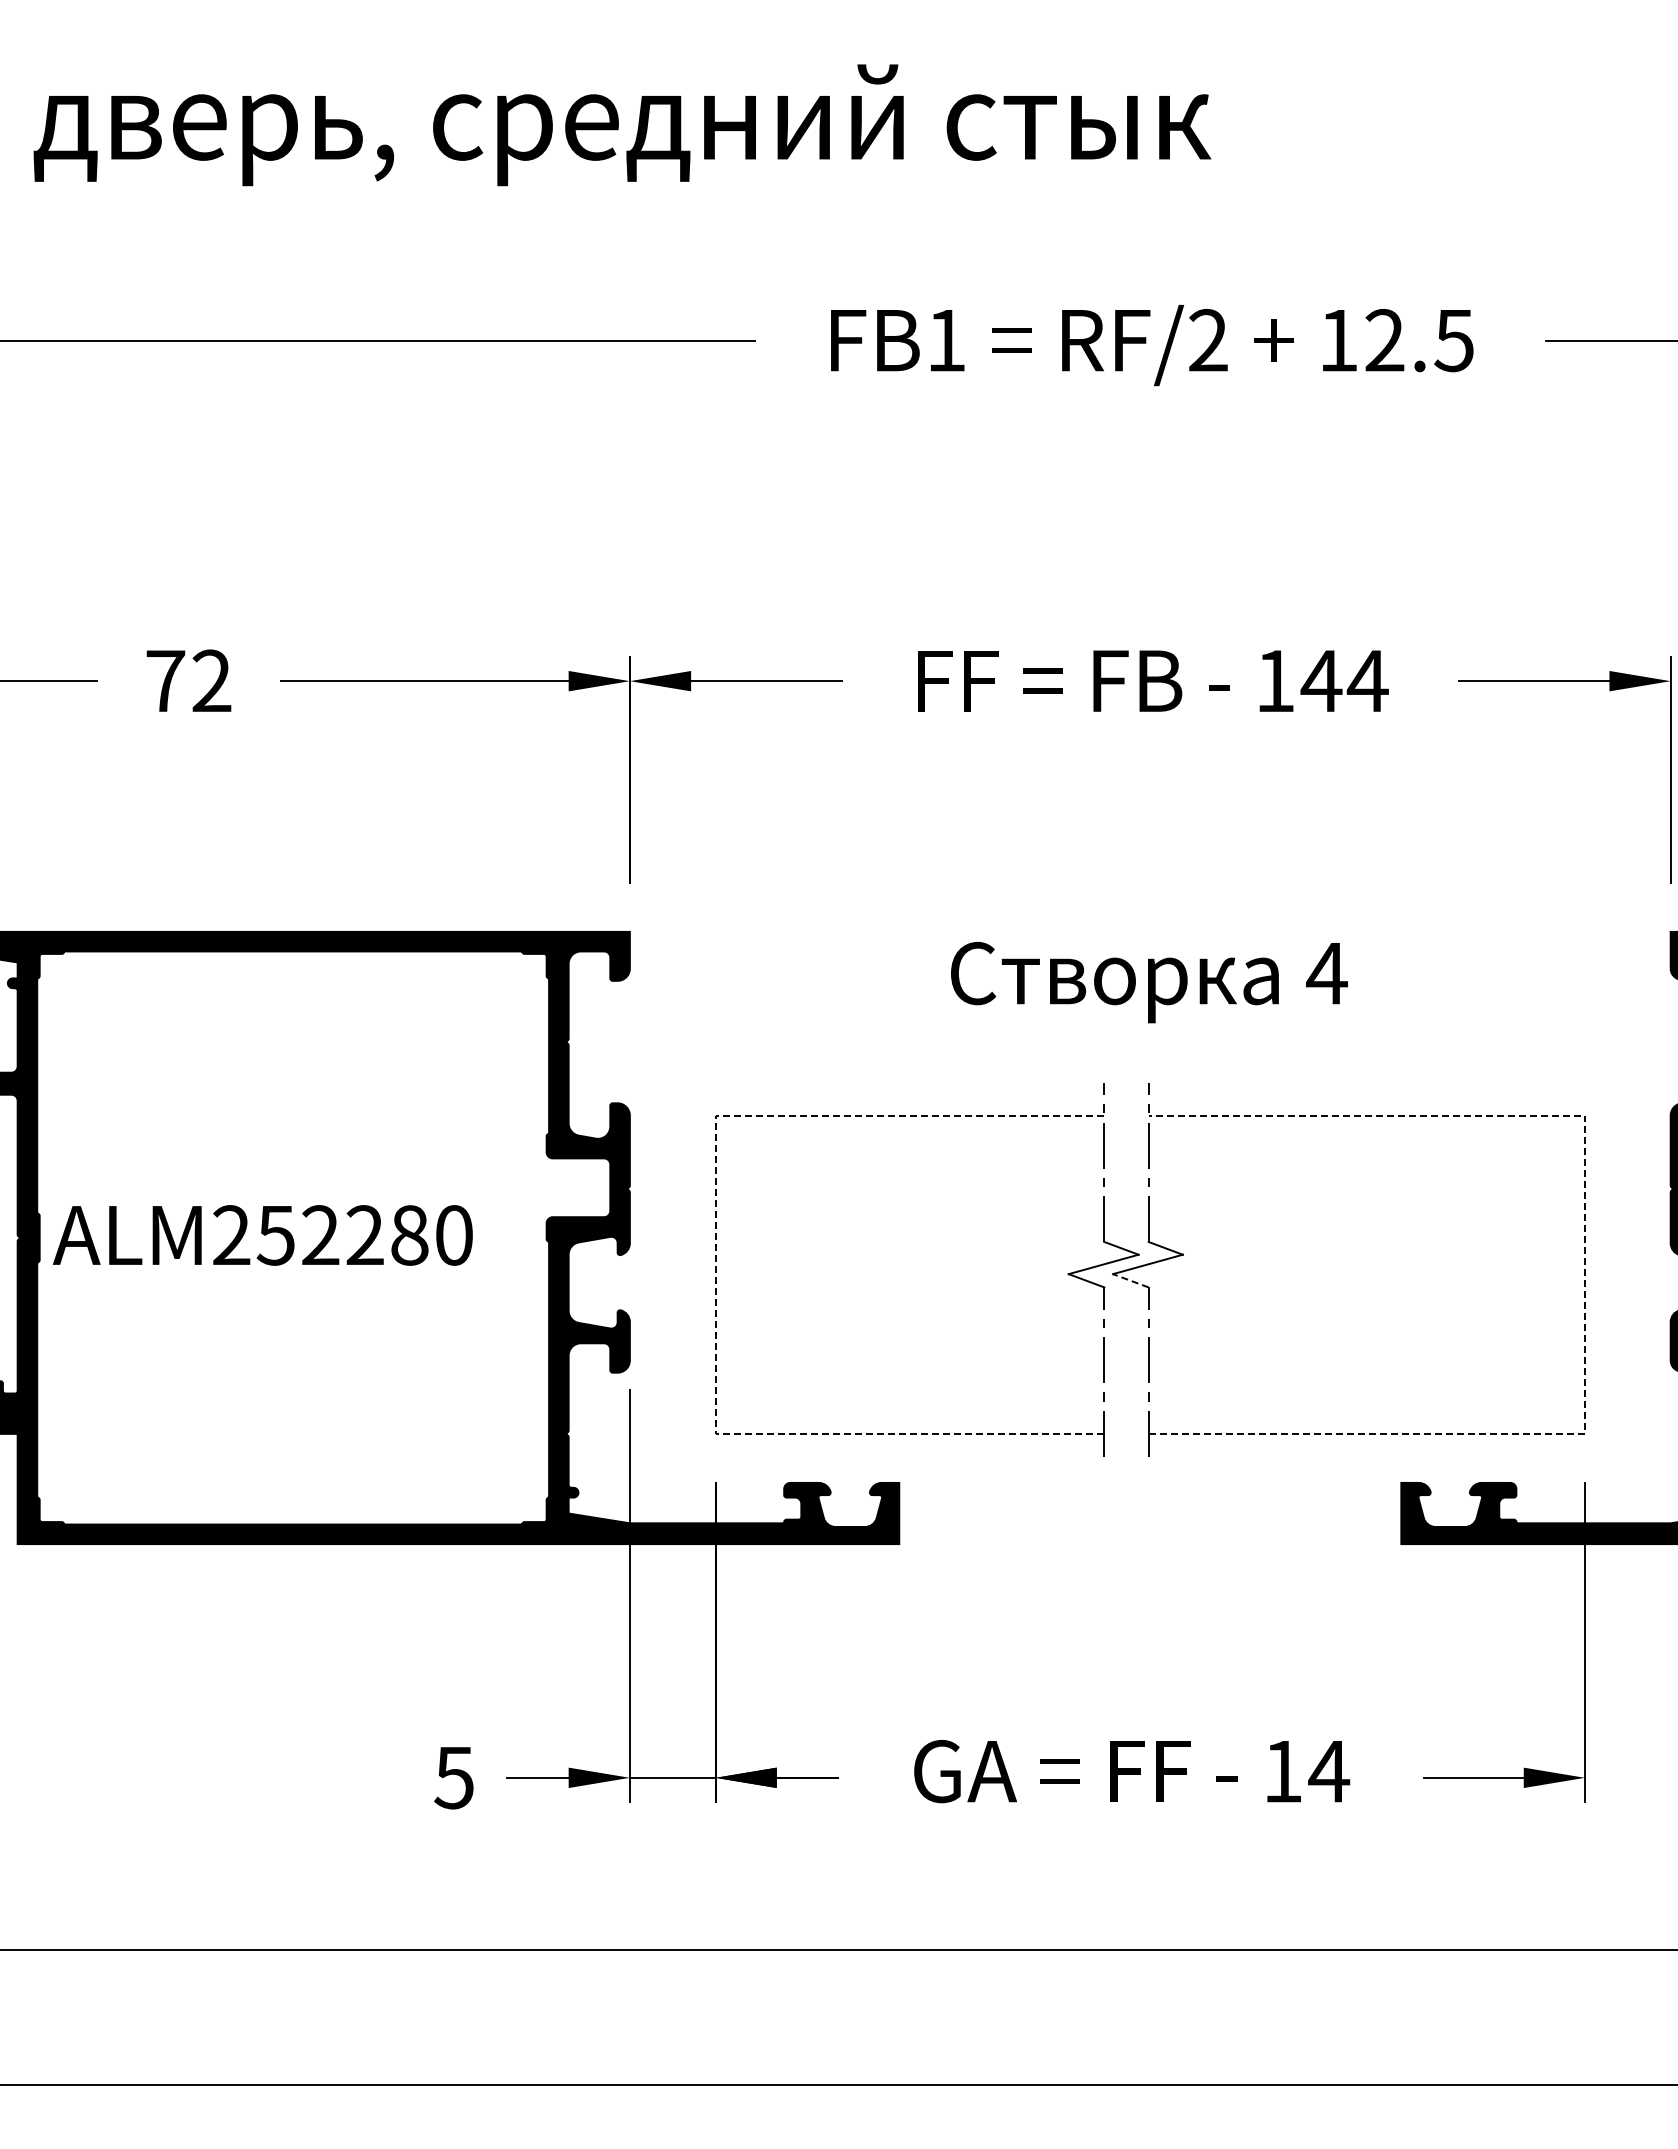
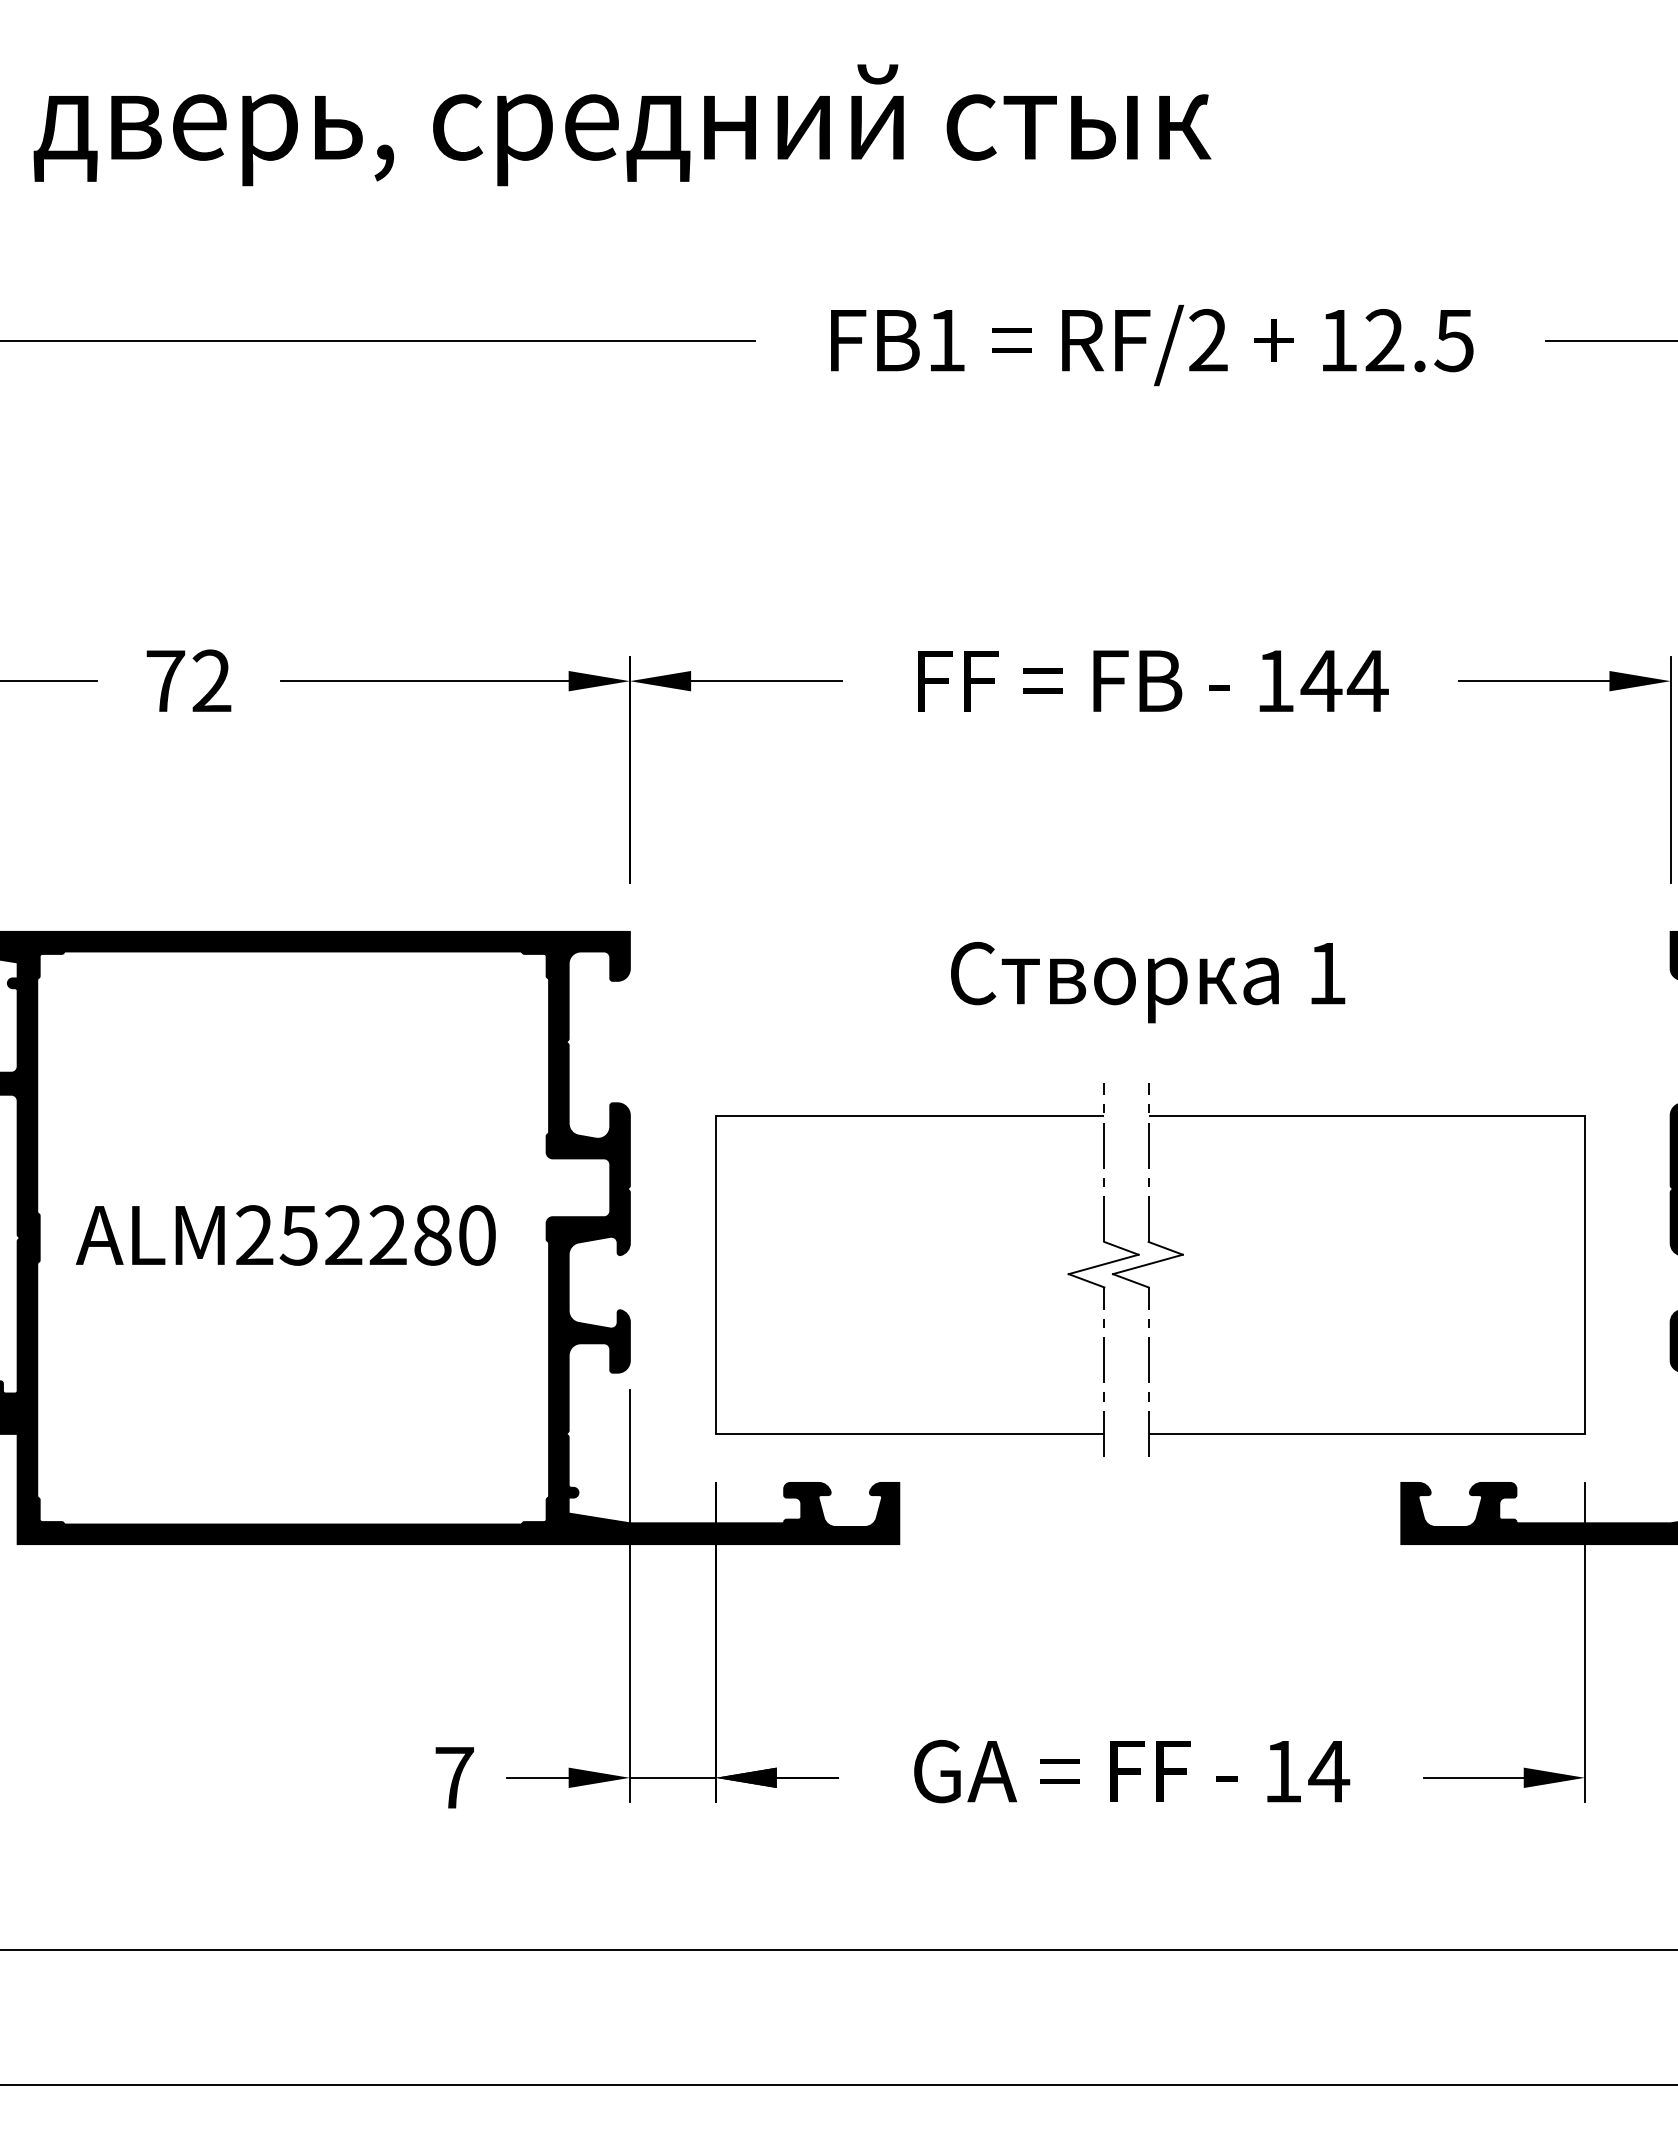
text at (1326, 973): 4 -> 1
text at (262, 1235) position: (262, 1235) -> (285, 1235)
line at (715, 1274): dashed -> solid
line at (1584, 1274): dashed -> solid
line at (1130, 1280): dashed -> solid
text at (453, 1778): 5 -> 7
